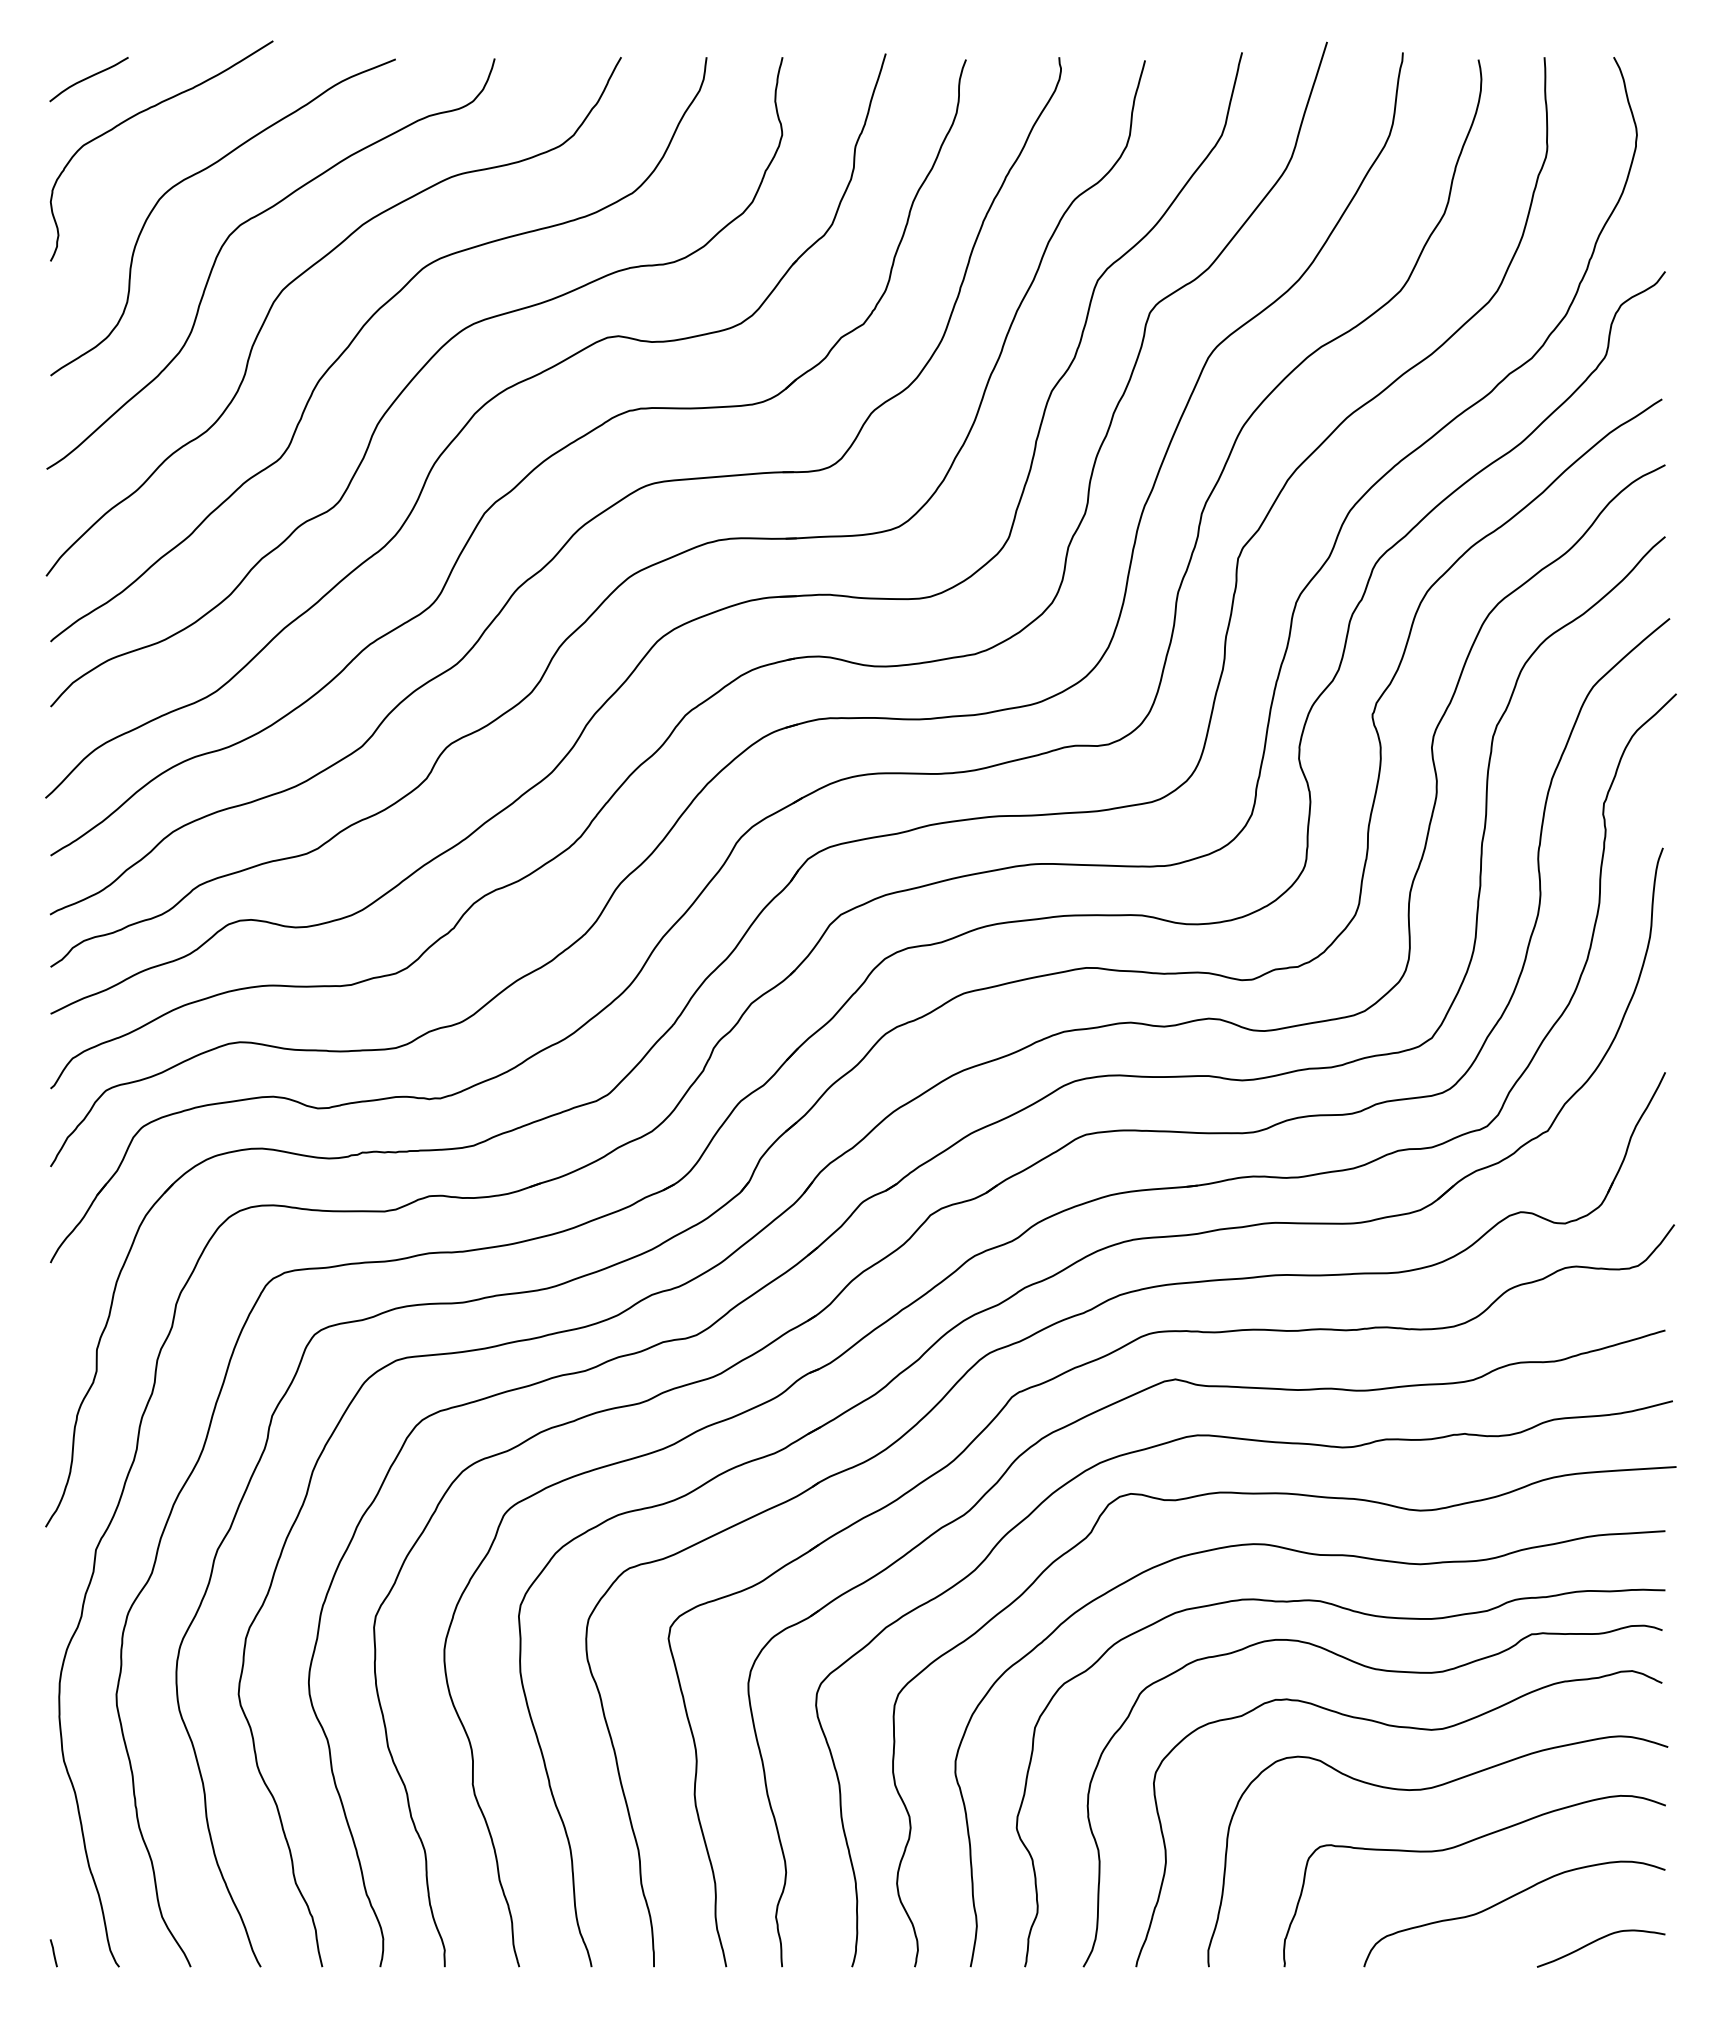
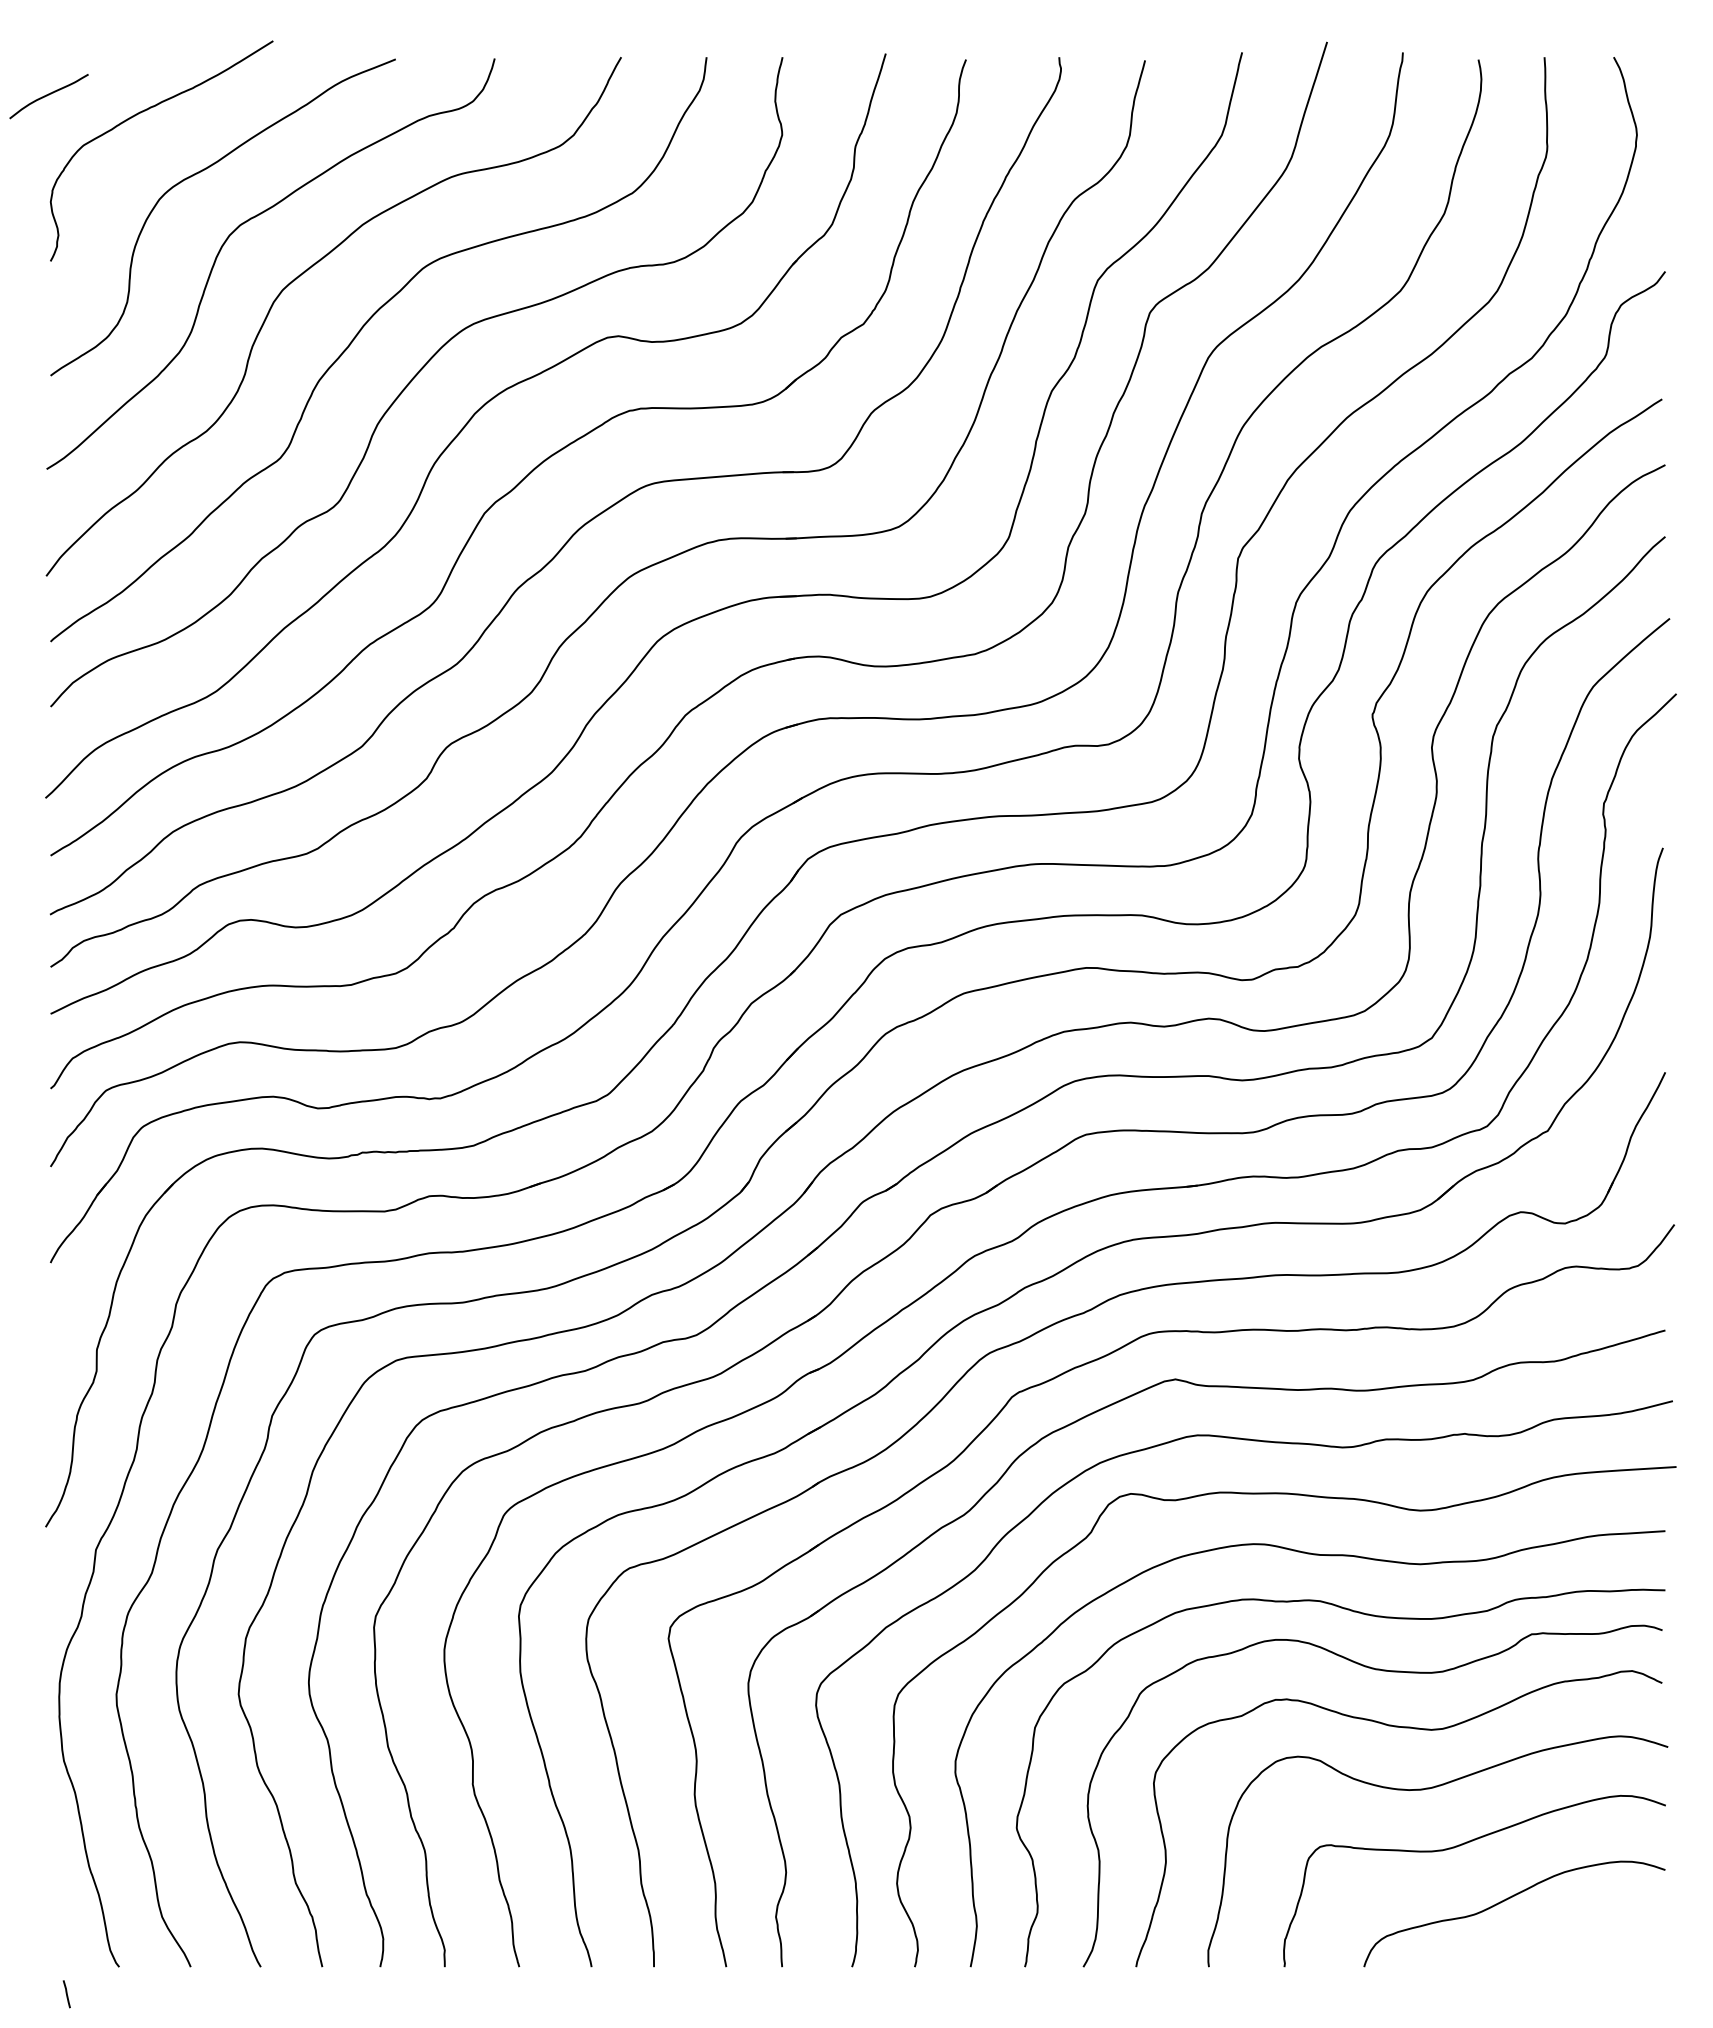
curve at (88, 78) position: (88, 78) -> (48, 95)
curve at (1596, 1941): present -> none
line at (53, 1953) position: (53, 1953) -> (66, 1994)
